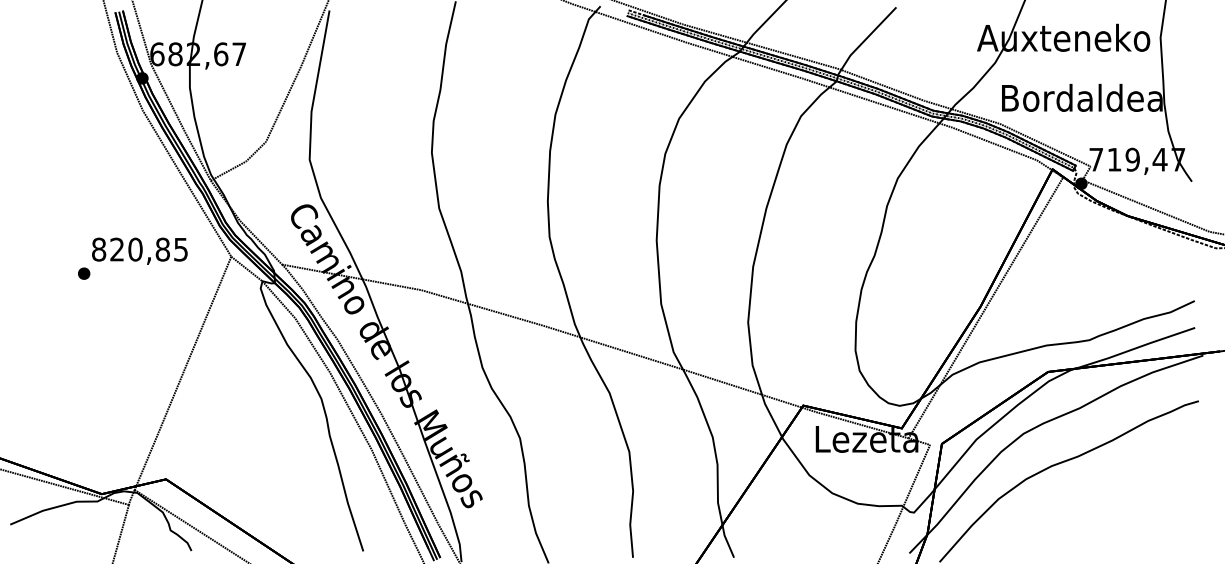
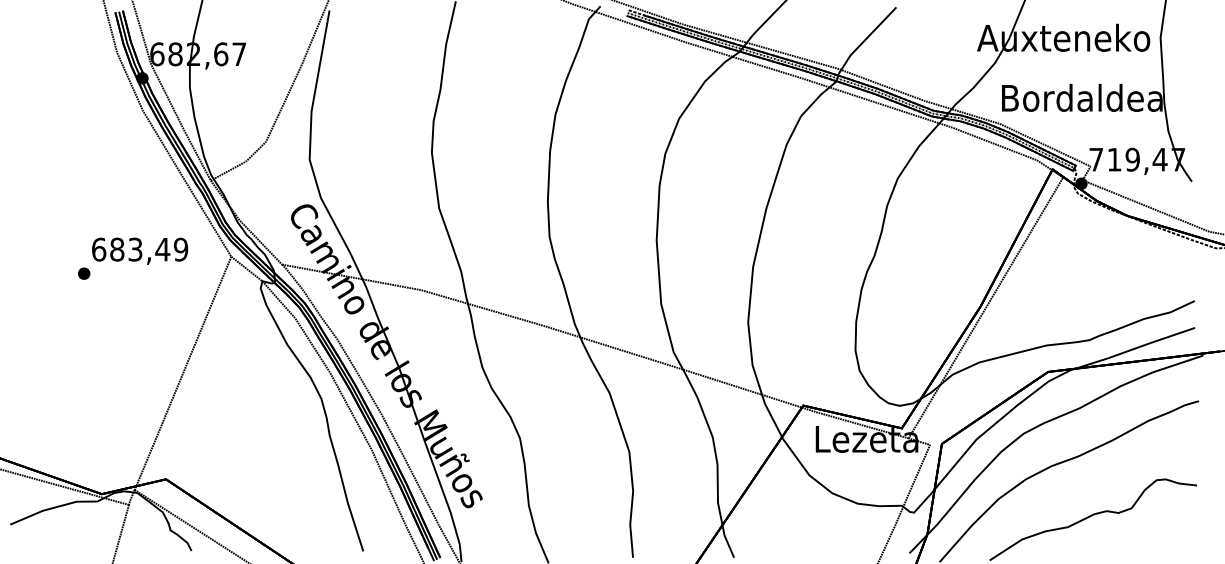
text at (140, 249): 820,85 -> 683,49
curve at (1090, 517): none -> present
